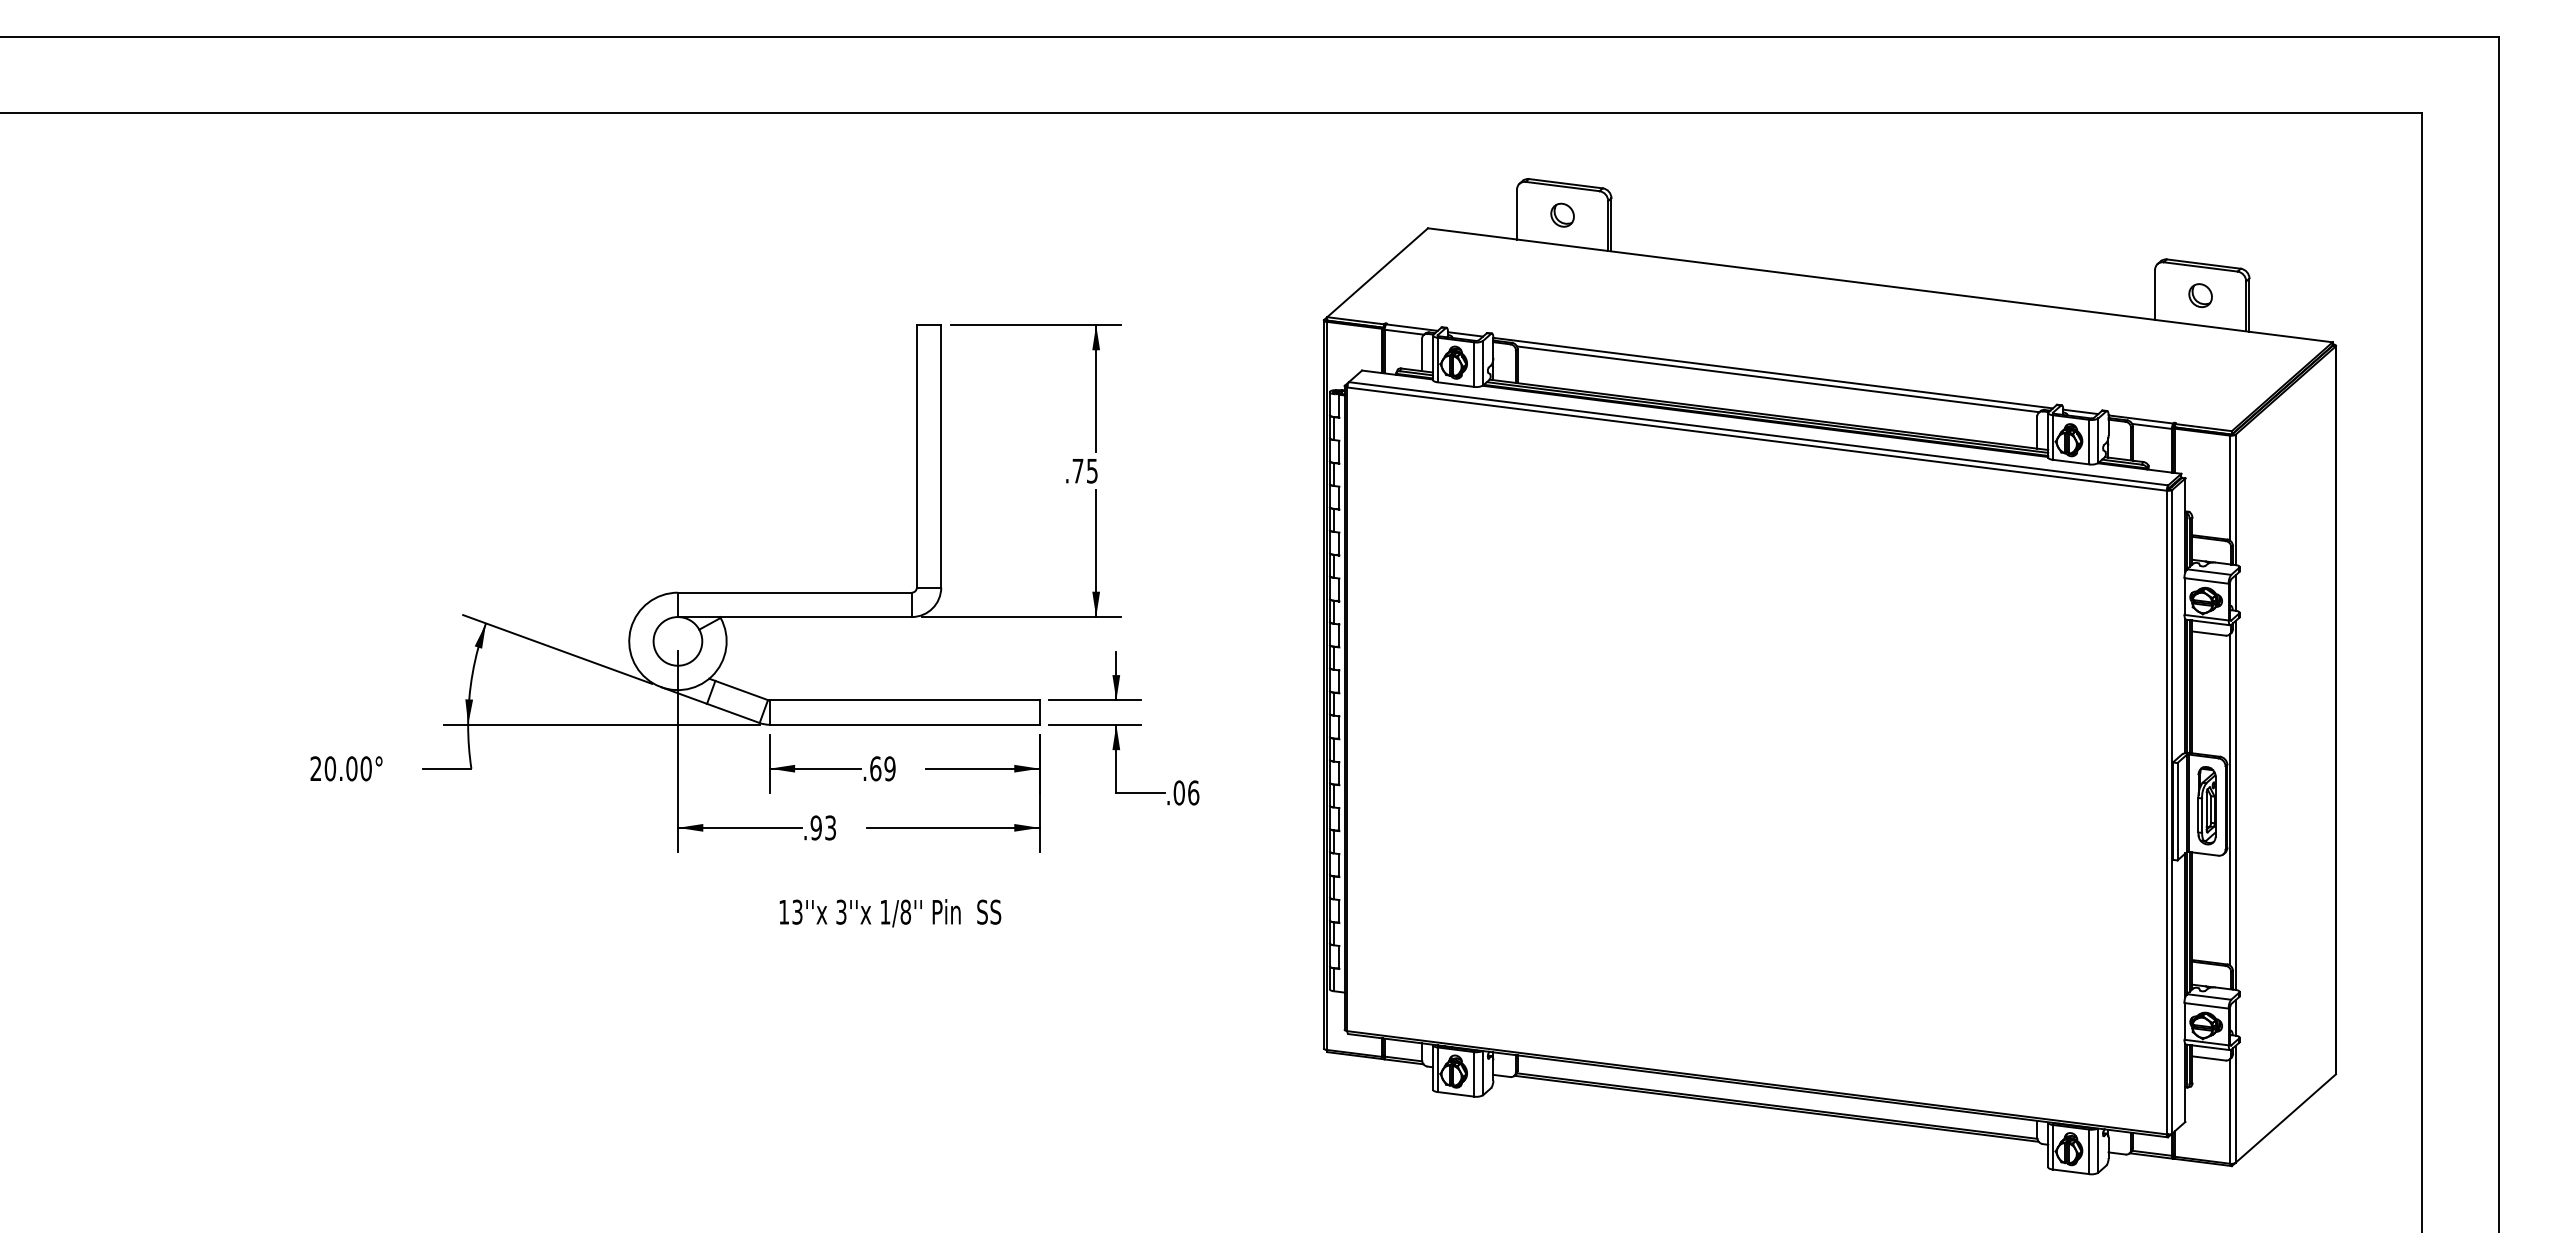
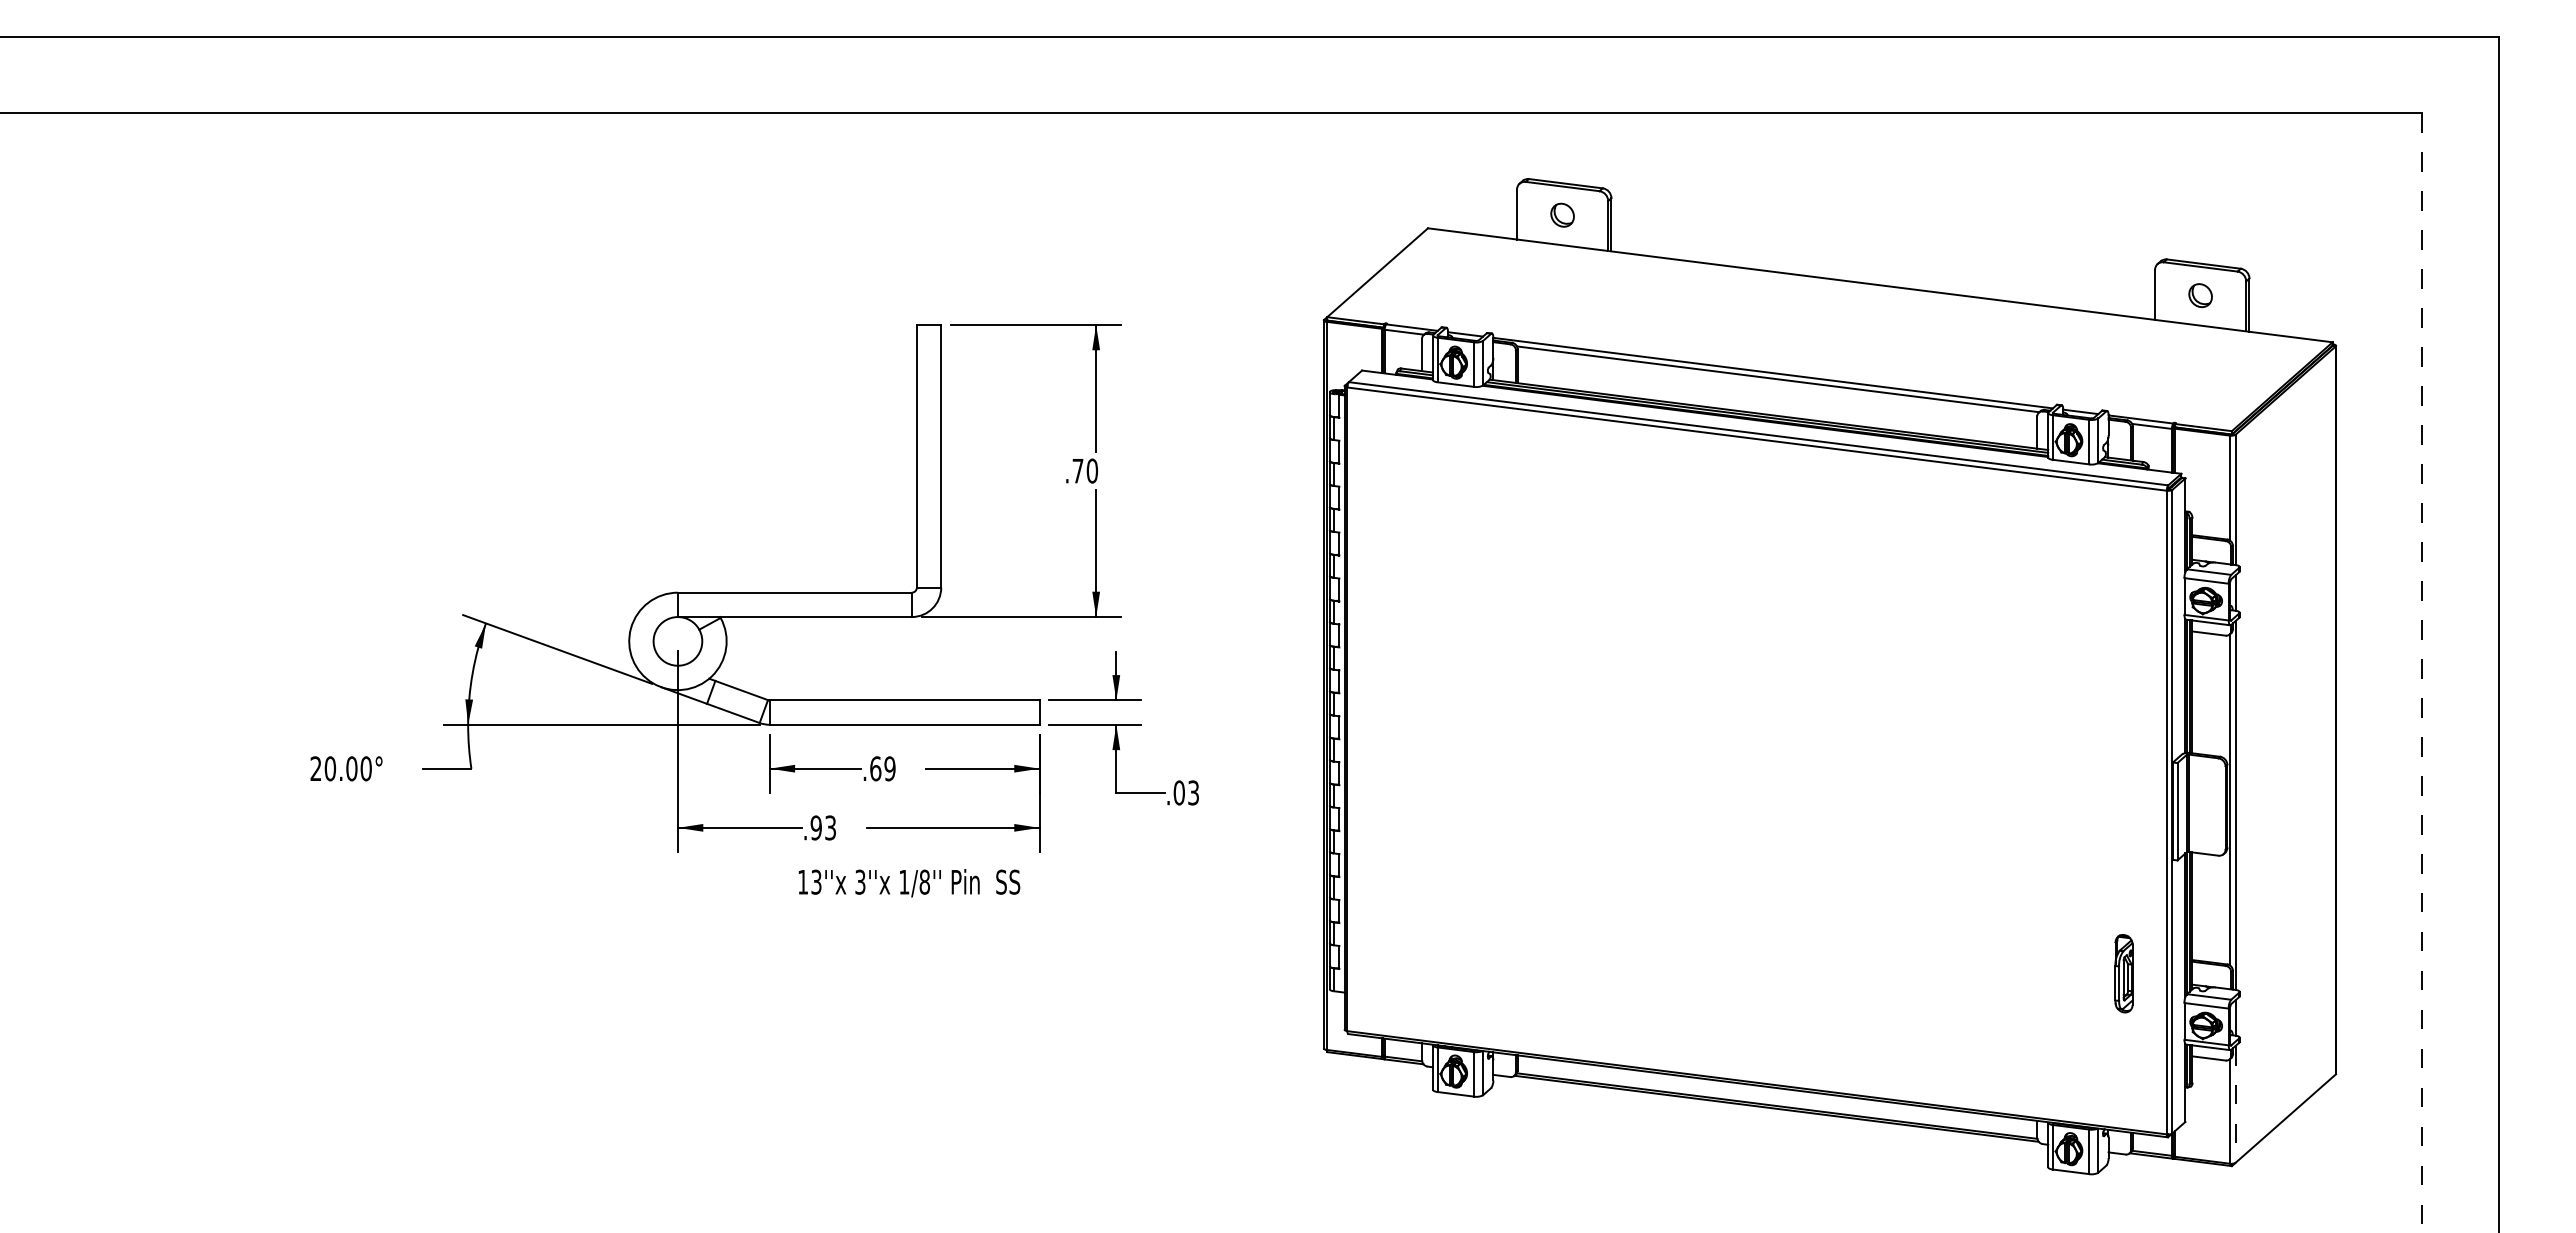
text at (1092, 470): .75 -> .70
line at (2421, 673): solid -> dashed
text at (1193, 792): .06 -> .03
part at (2206, 805) position: (2206, 805) -> (2123, 973)
text at (890, 913) position: (890, 913) -> (909, 883)
line at (2235, 1104): solid -> dashed
